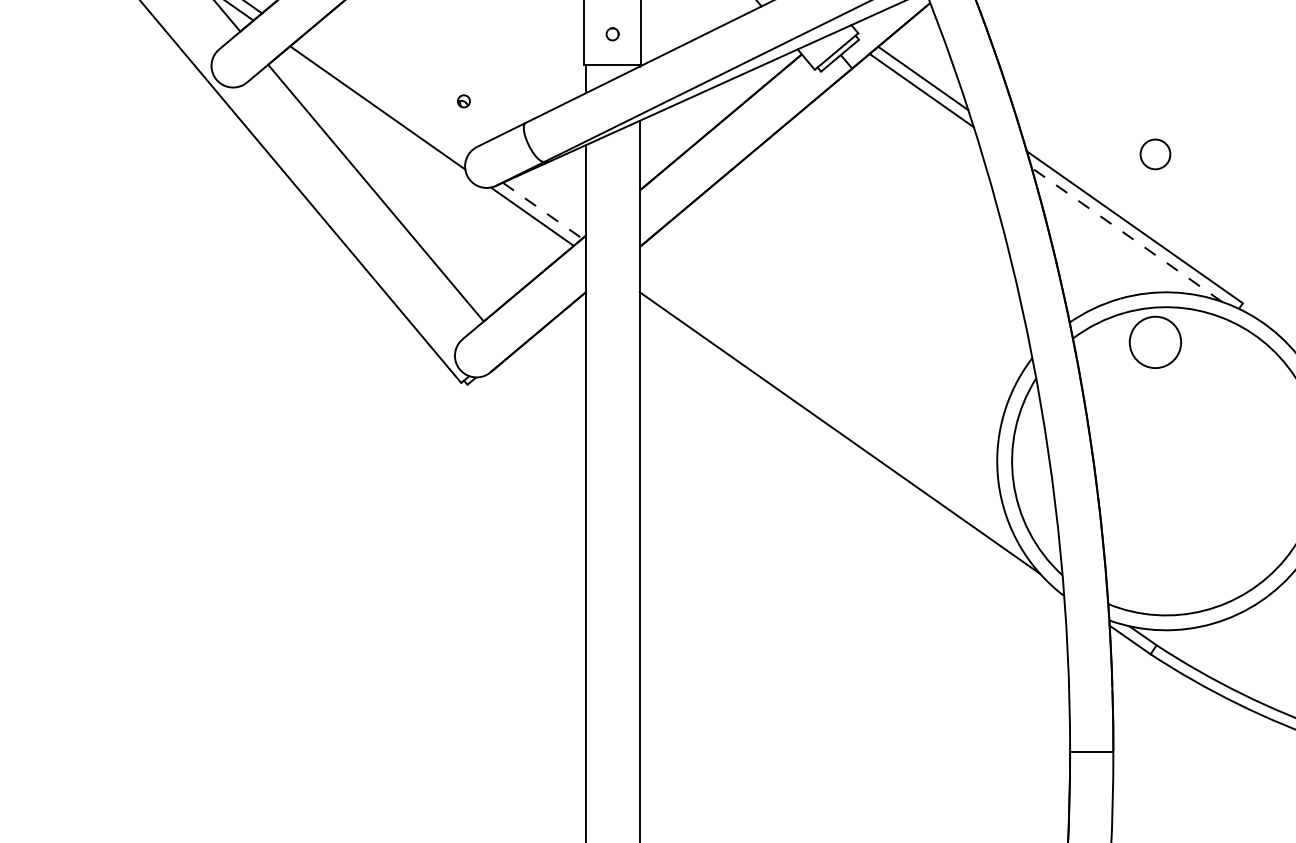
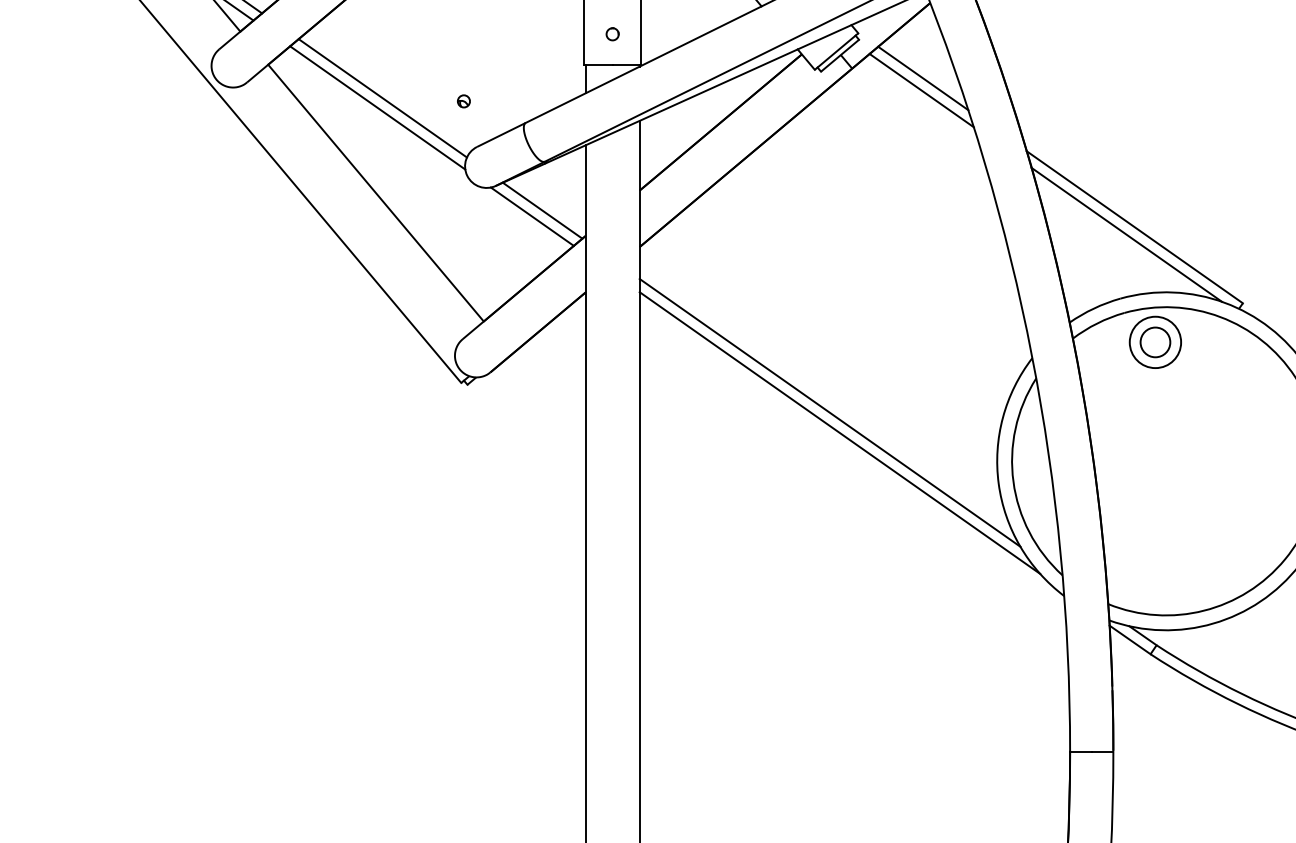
line at (382, 98): none -> present
circle at (1155, 154) position: (1155, 154) -> (1155, 342)
line at (542, 210): dashed -> solid
line at (1126, 234): dashed -> solid
line at (829, 412): none -> present
